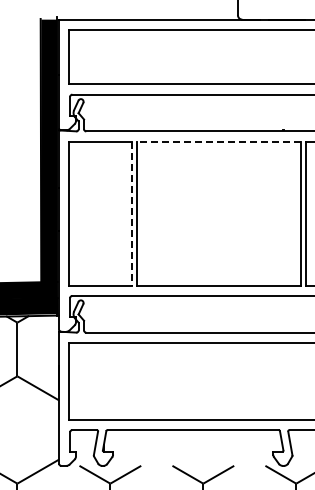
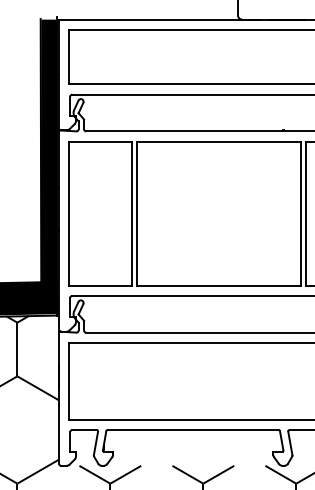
line at (218, 141): dashed -> solid
line at (131, 213): dashed -> solid
